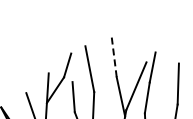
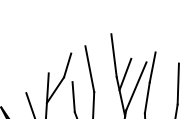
line at (114, 55): dashed -> solid
line at (125, 74): none -> present
